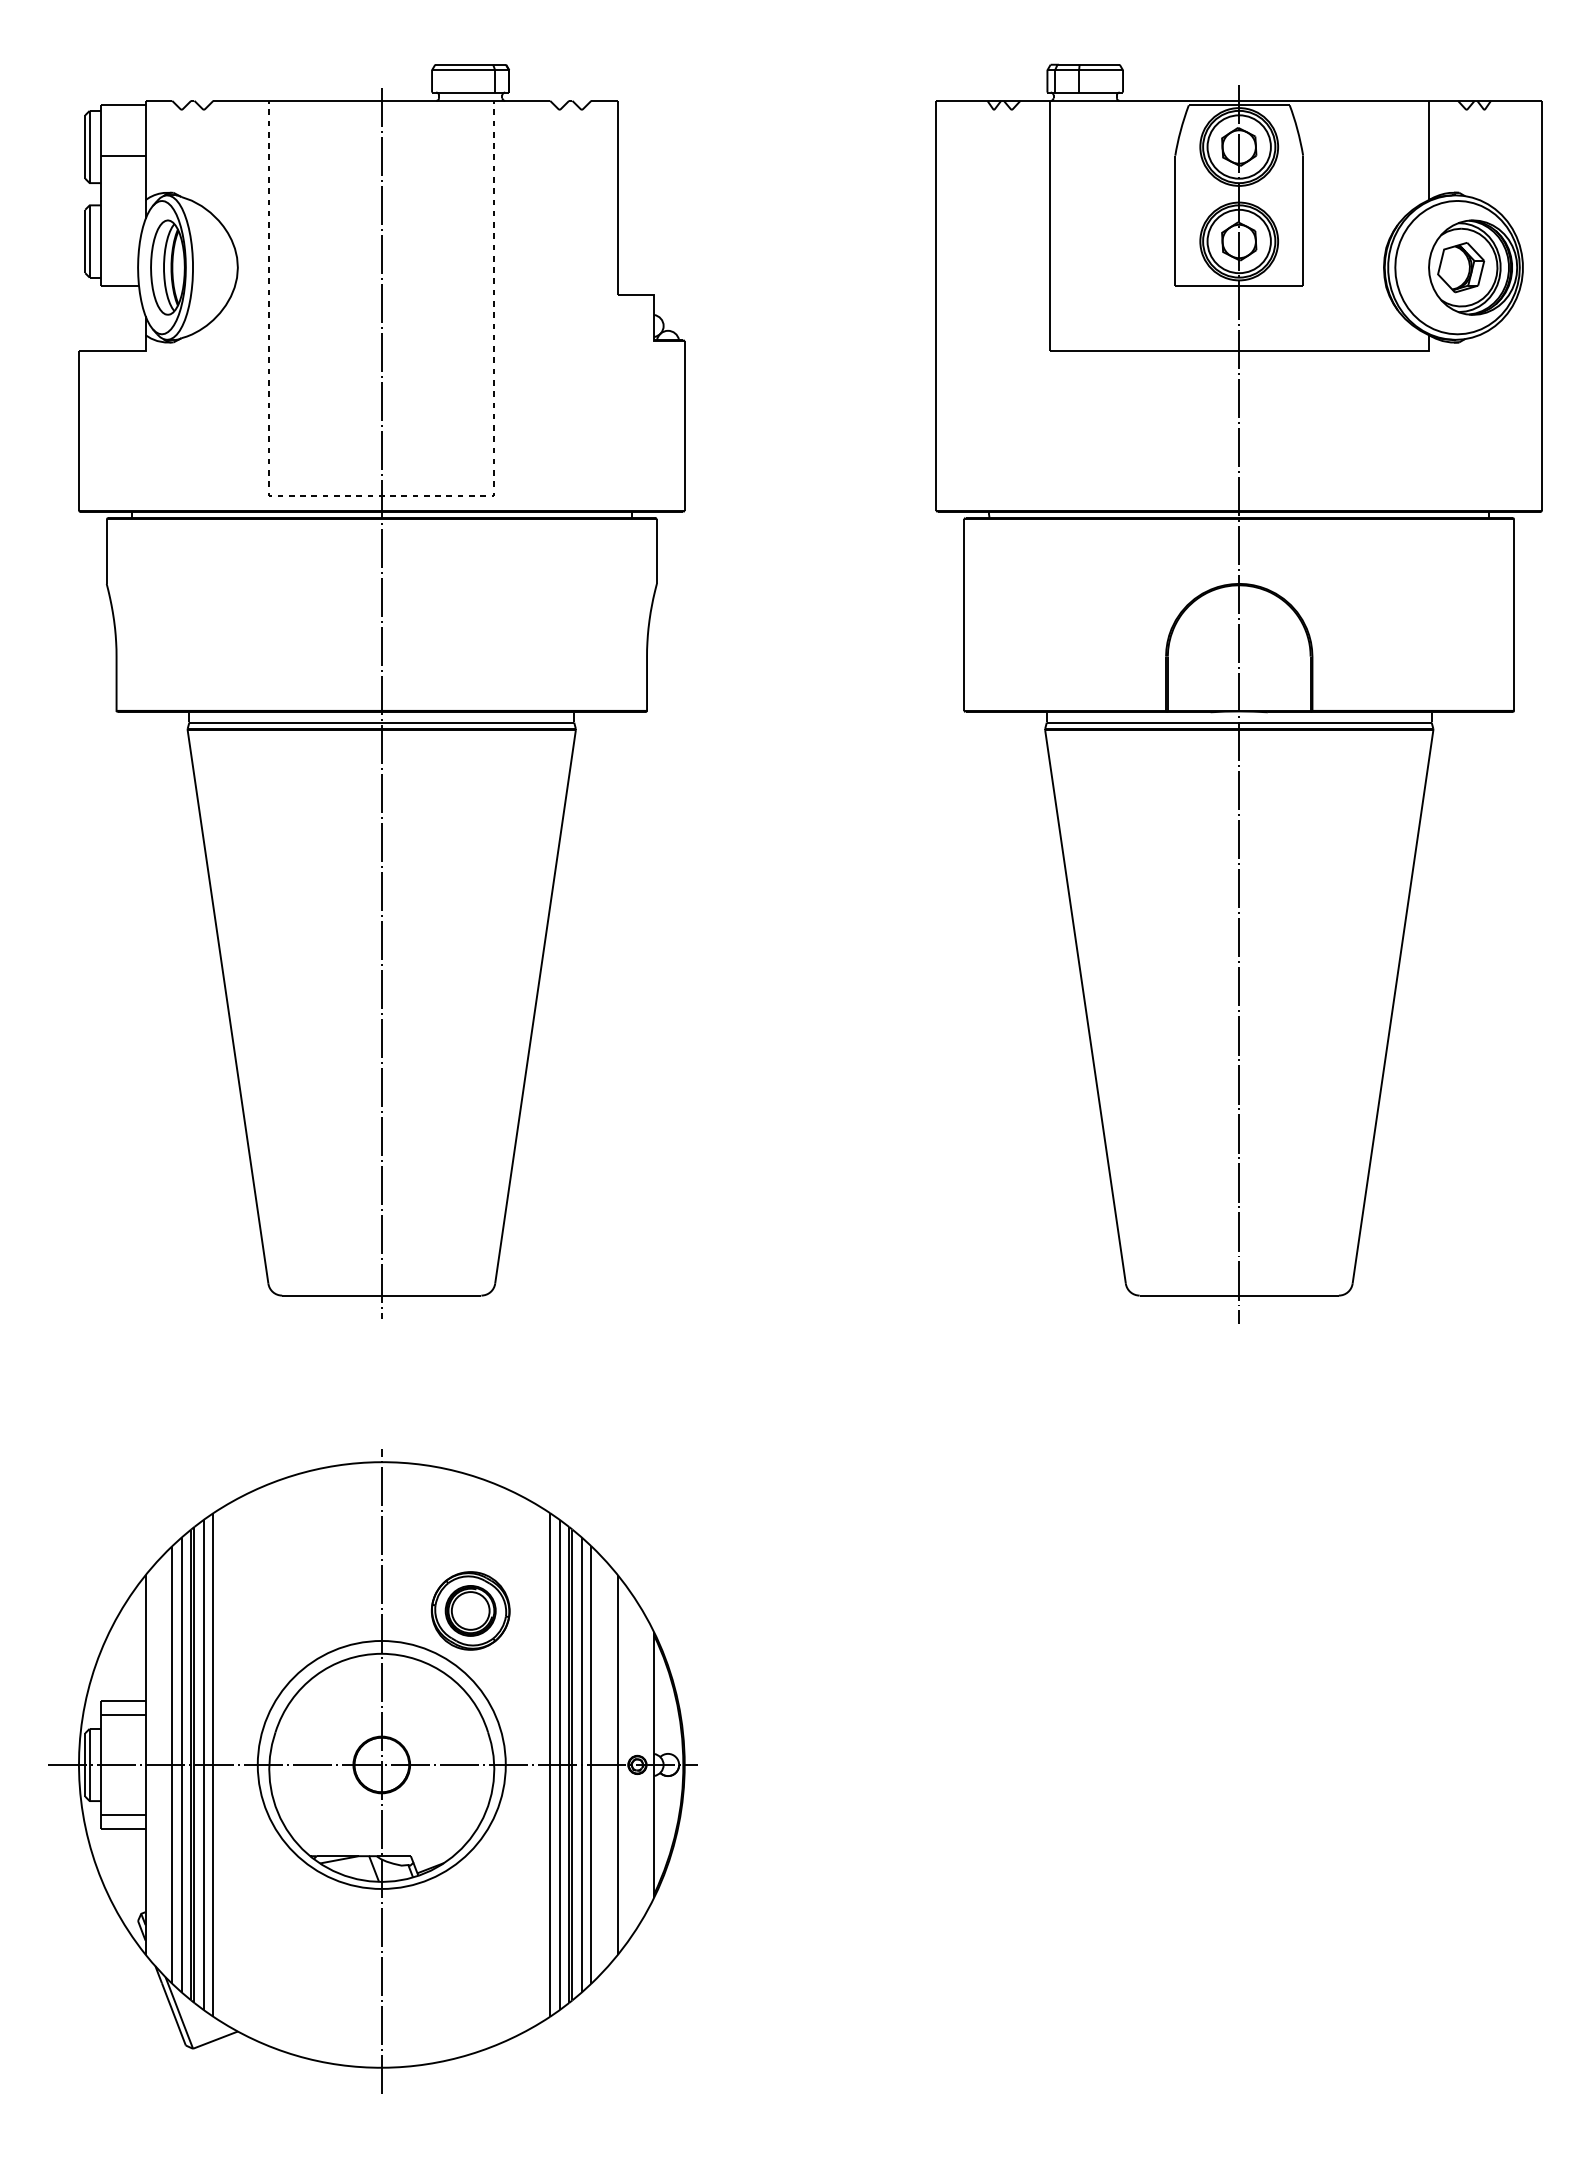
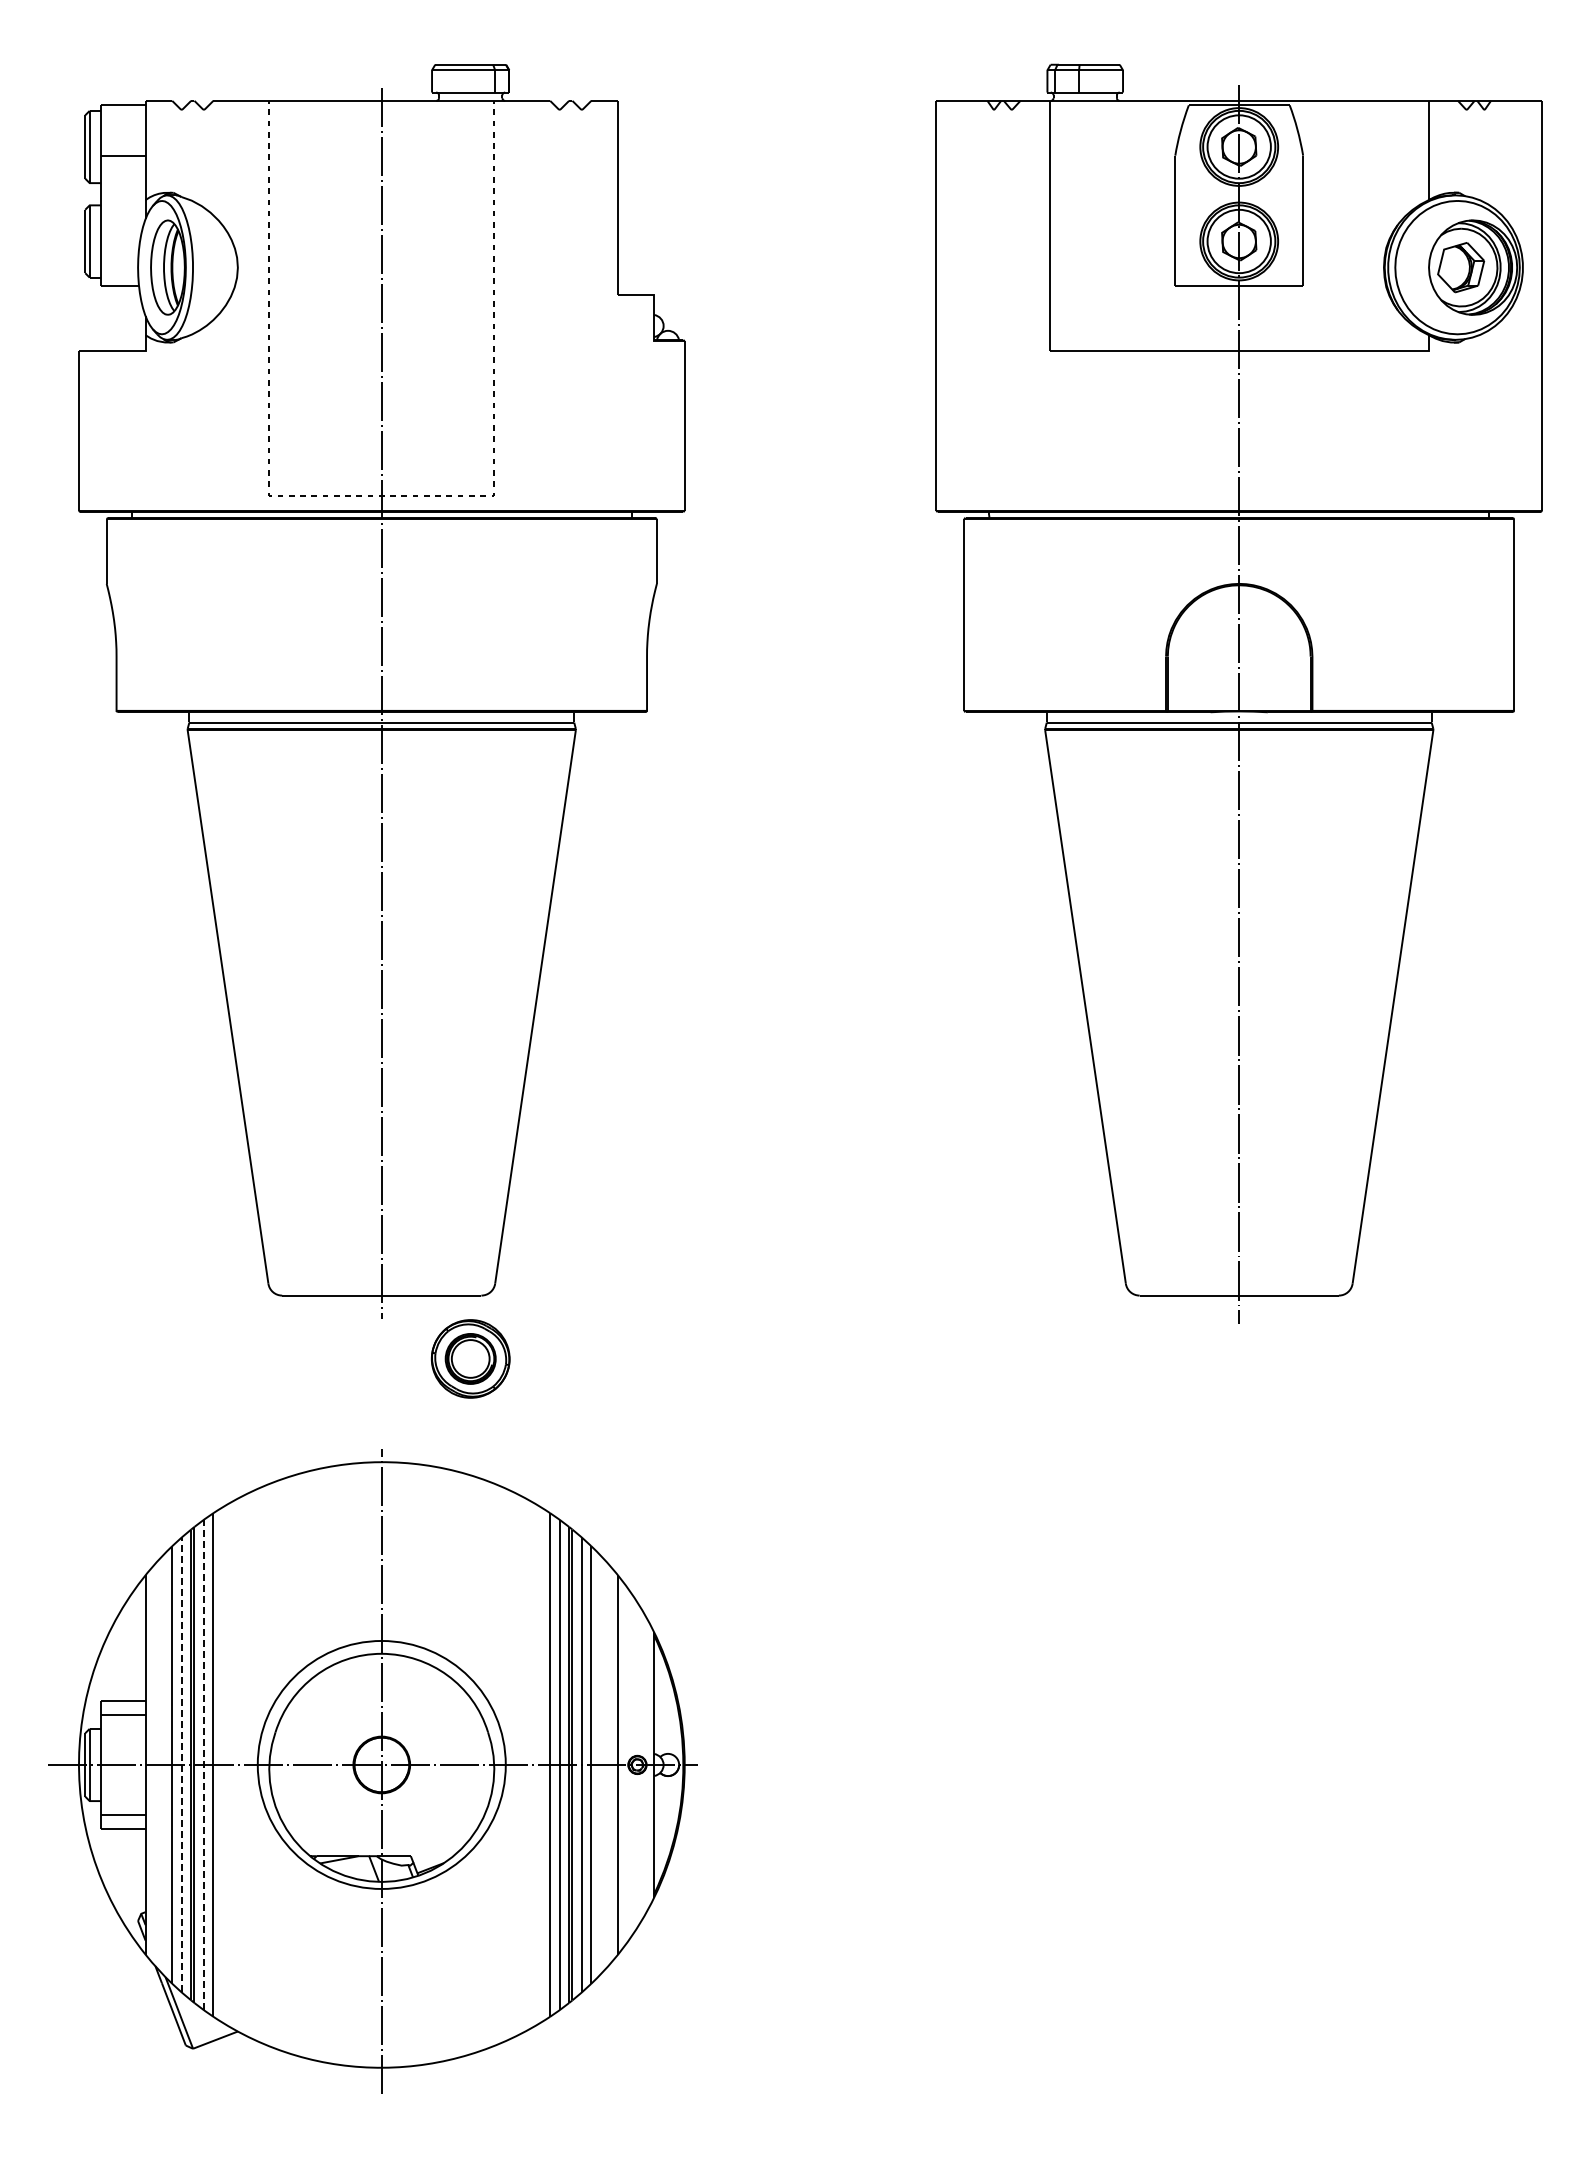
part at (470, 1610) position: (470, 1610) -> (470, 1358)
line at (181, 1764): solid -> dashed
line at (203, 1764): solid -> dashed
